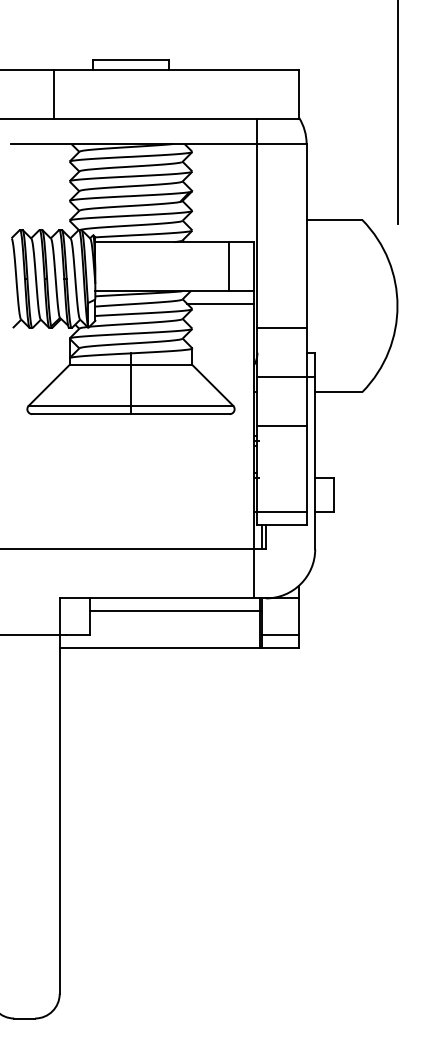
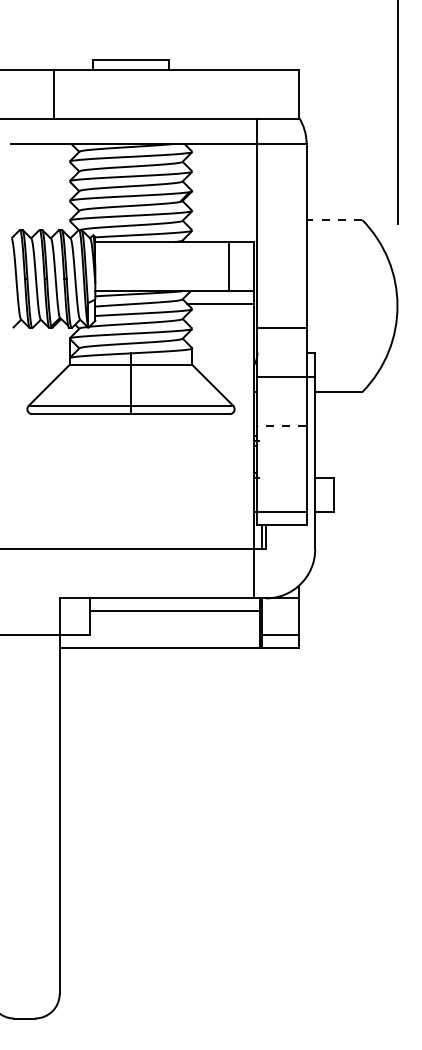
line at (334, 220): solid -> dashed
line at (282, 426): solid -> dashed
